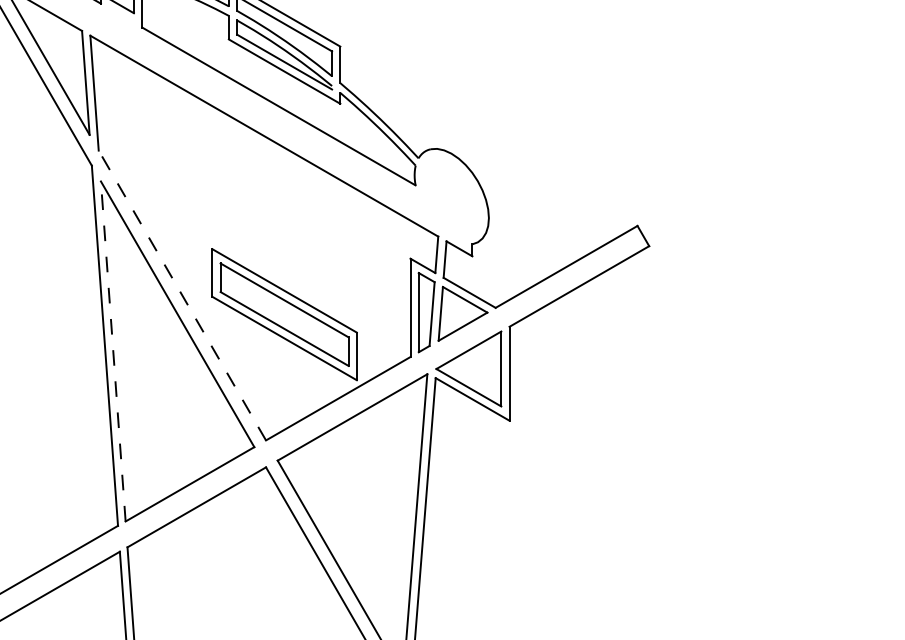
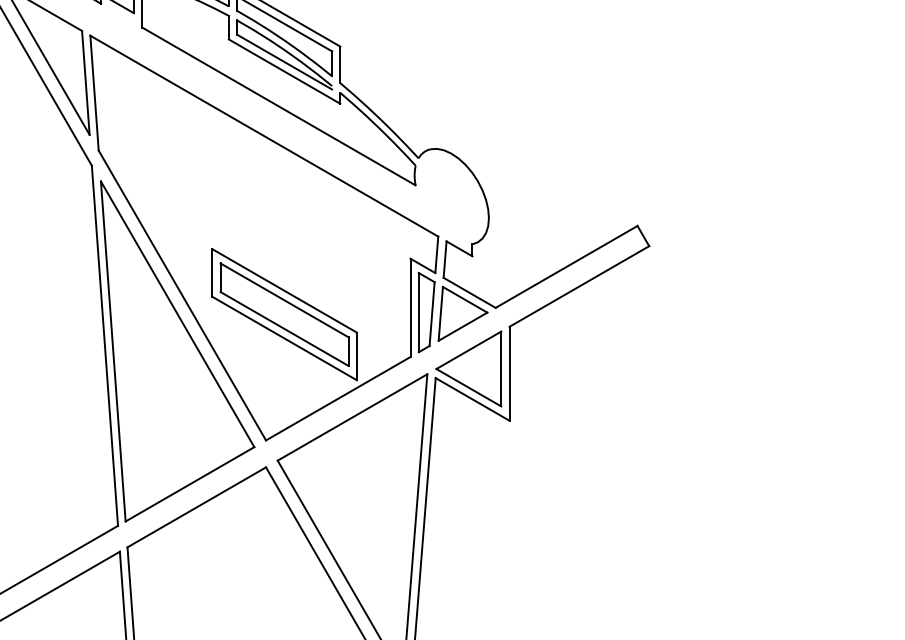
line at (182, 295): dashed -> solid
line at (113, 350): dashed -> solid
